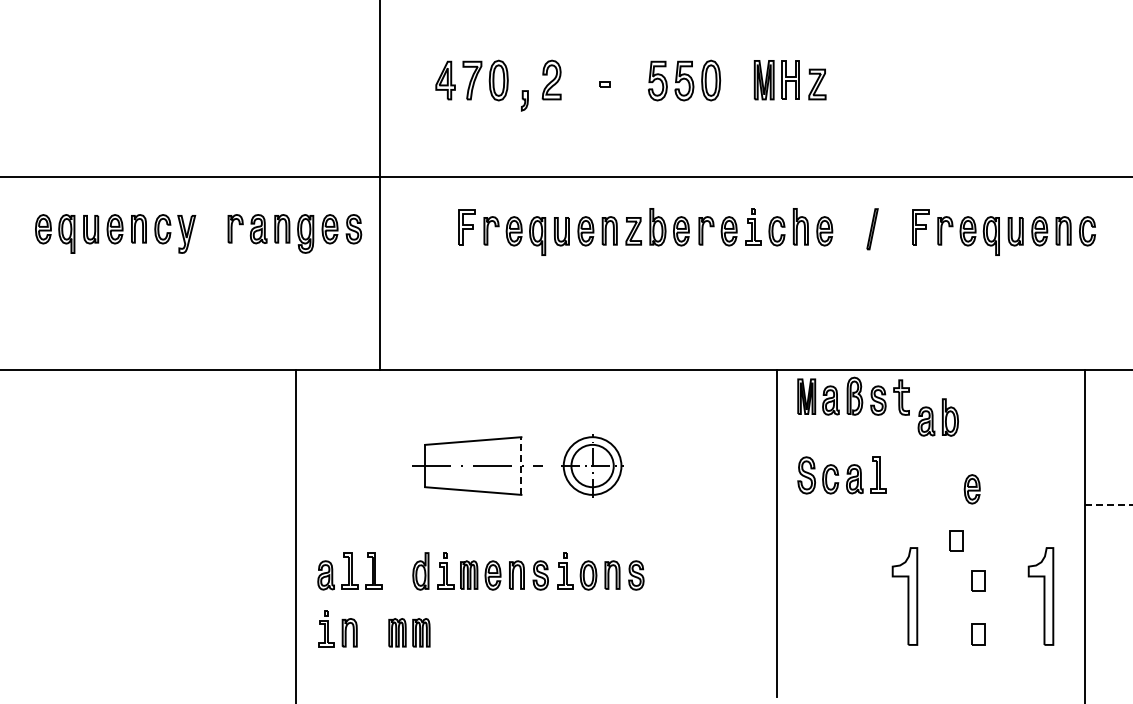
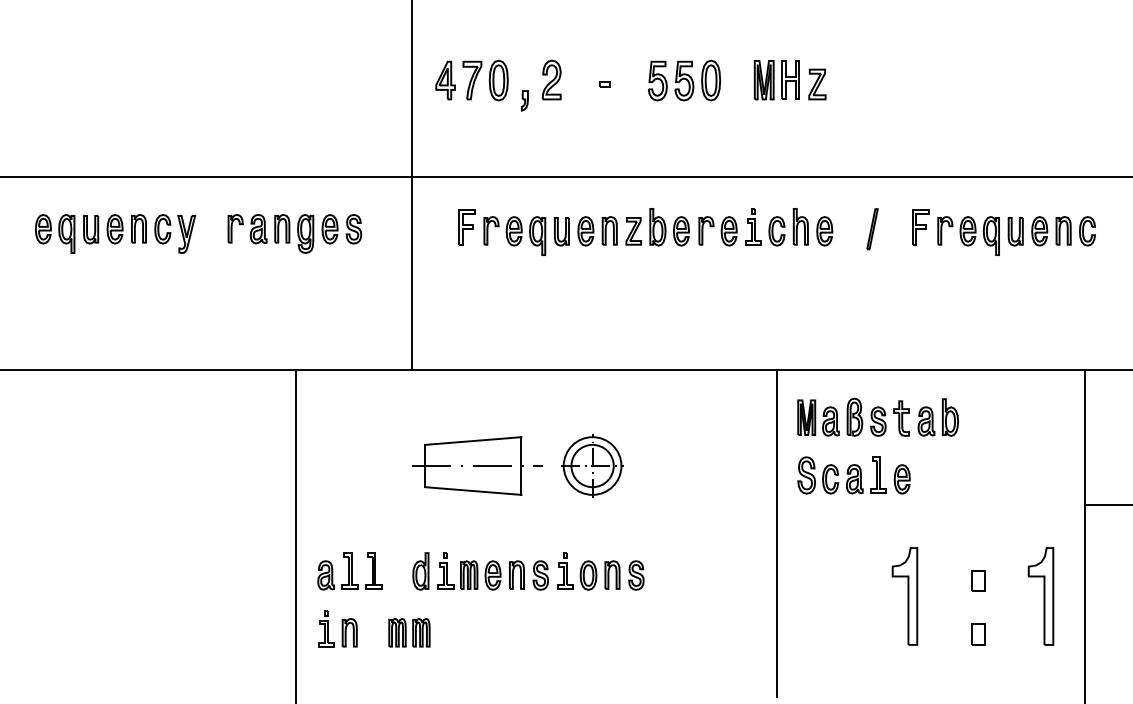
line at (379, 185) position: (379, 185) -> (411, 185)
part at (853, 395) position: (853, 395) -> (853, 416)
line at (521, 466): dashed -> solid
part at (971, 489) position: (971, 489) -> (901, 479)
line at (1109, 504): dashed -> solid
part at (956, 540): present -> none
